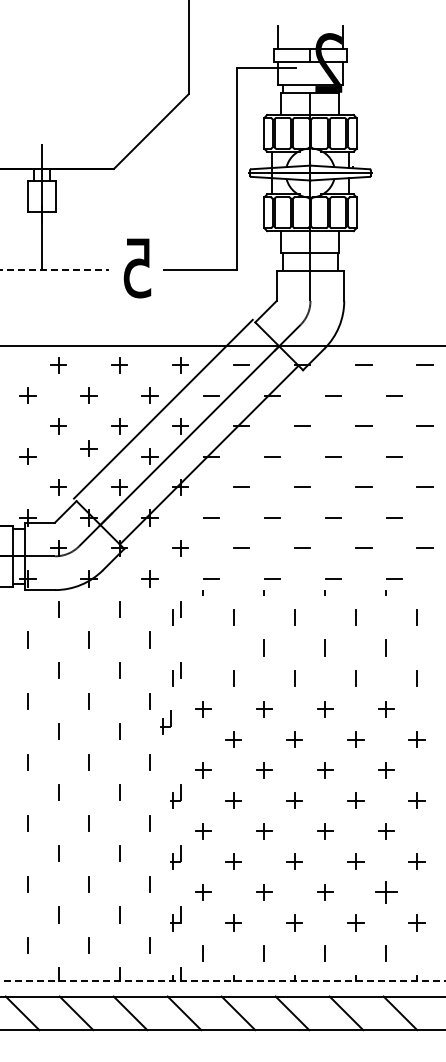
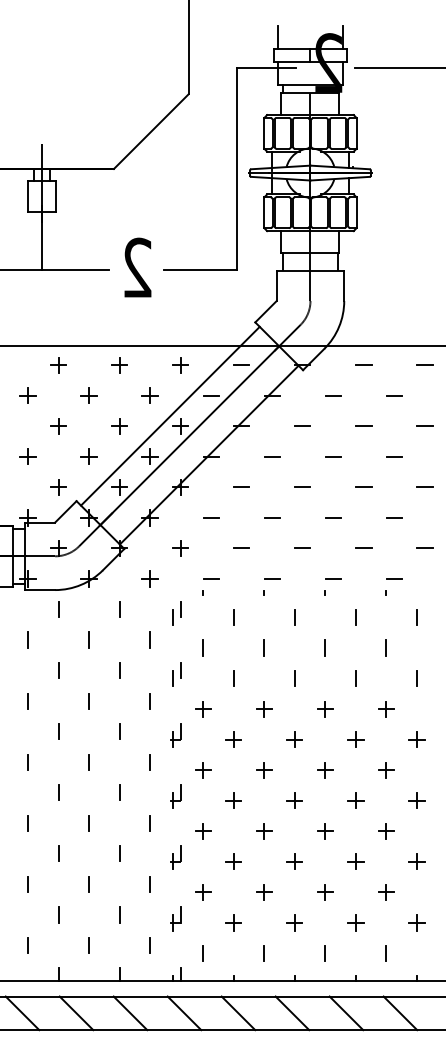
line at (398, 68): none -> present
text at (137, 267): 5 -> 2
line at (55, 269): dashed -> solid
line at (163, 408) position: (163, 408) -> (170, 415)
part at (88, 448) position: (88, 448) -> (88, 456)
line at (202, 647): none -> present
part at (165, 722) position: (165, 722) -> (175, 735)
part at (386, 892) size: 23x23 px -> 17x17 px
line at (223, 981): dashed -> solid
